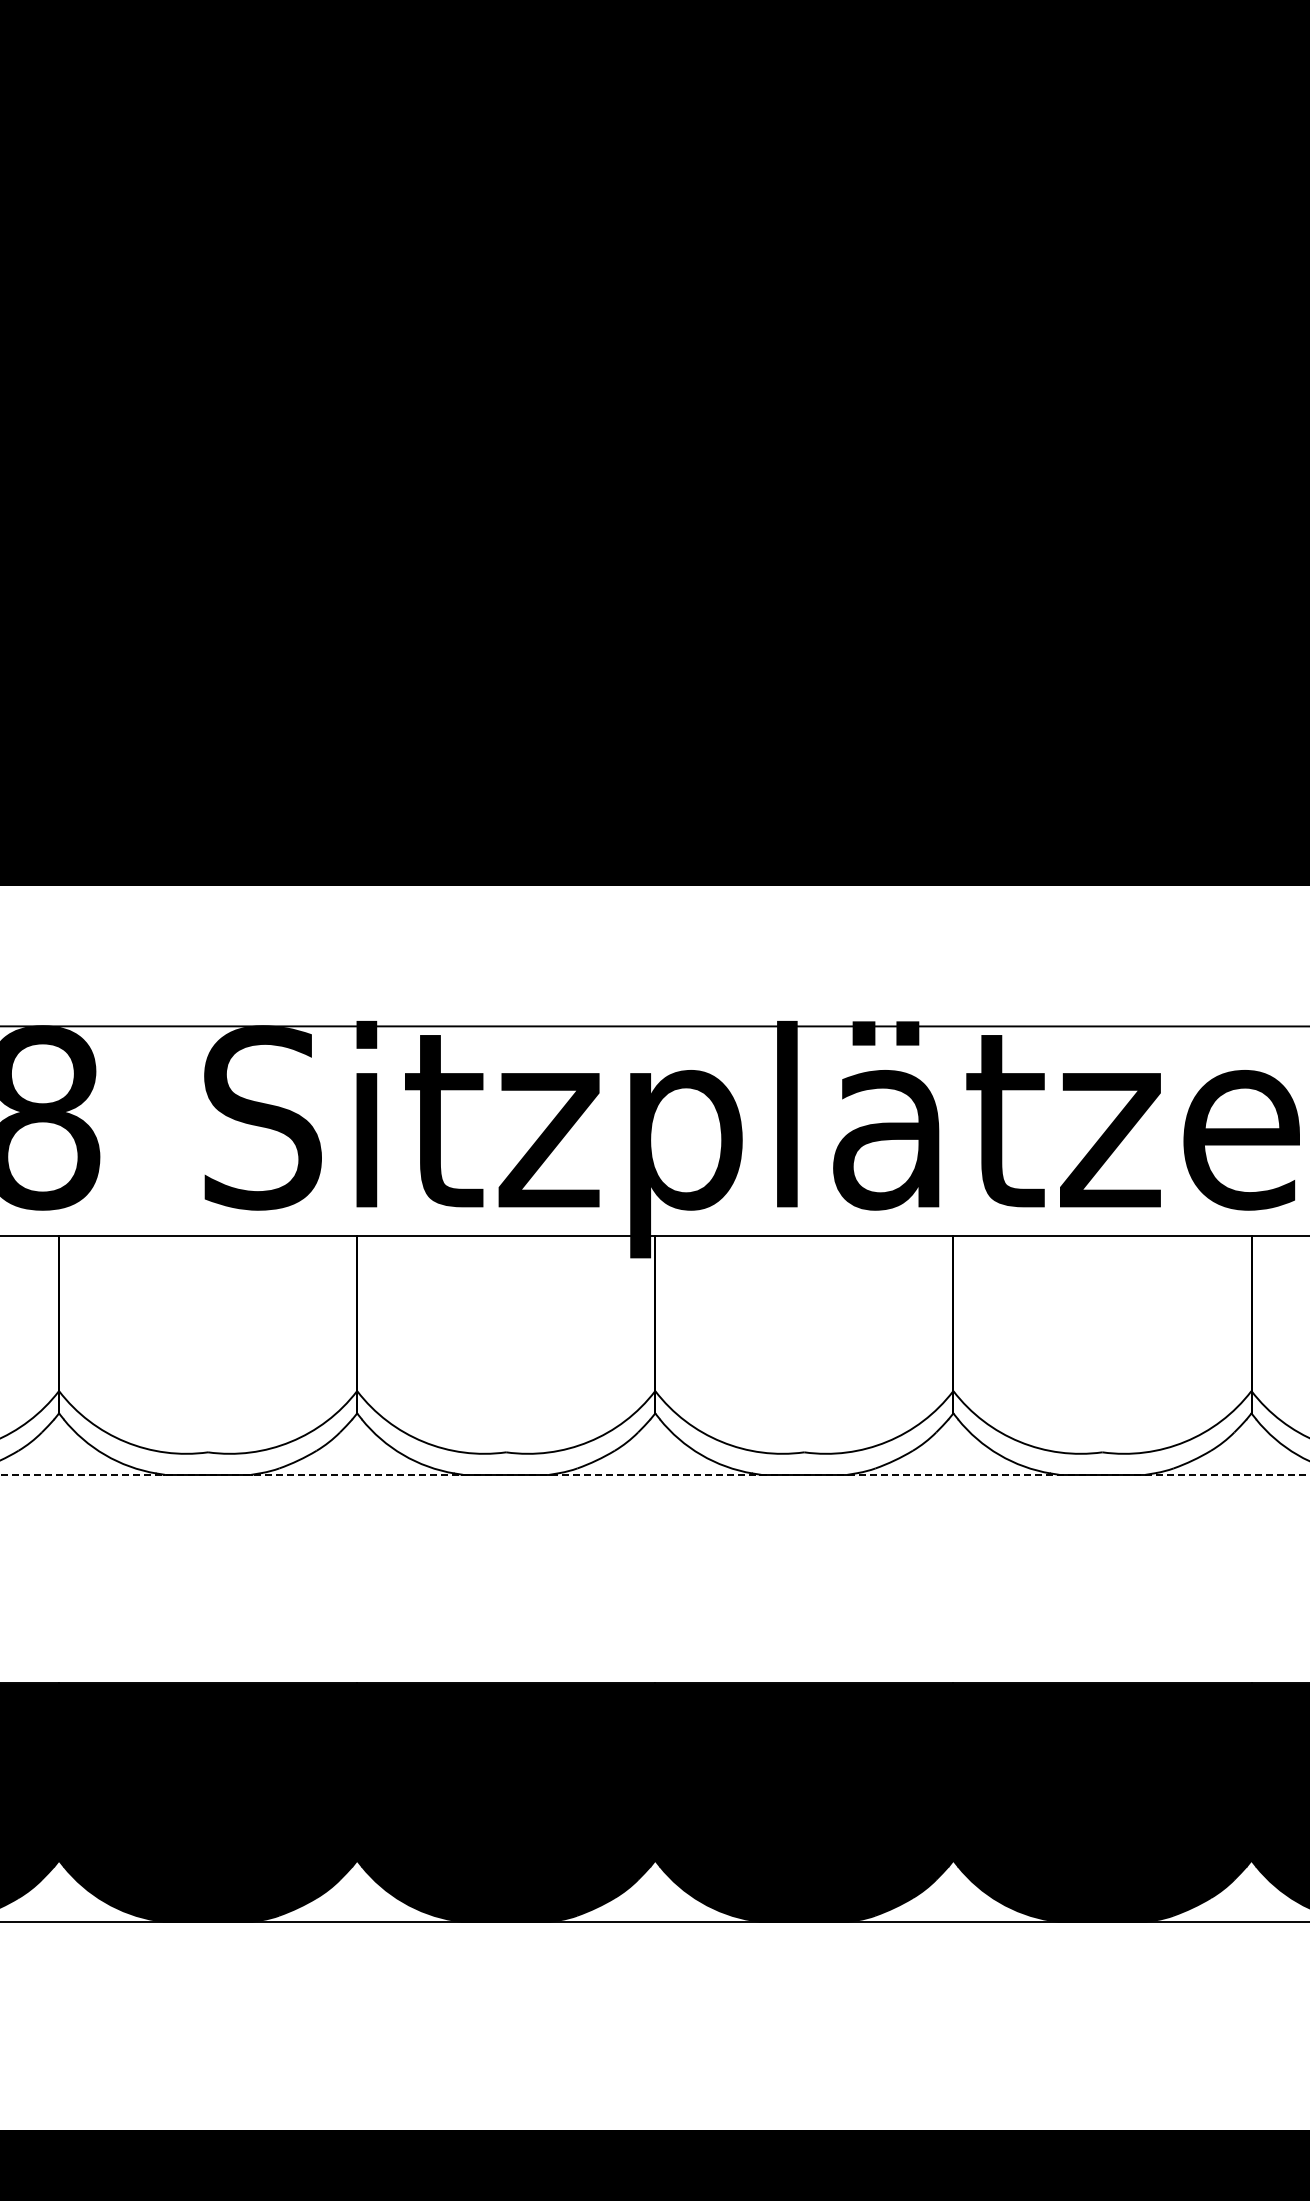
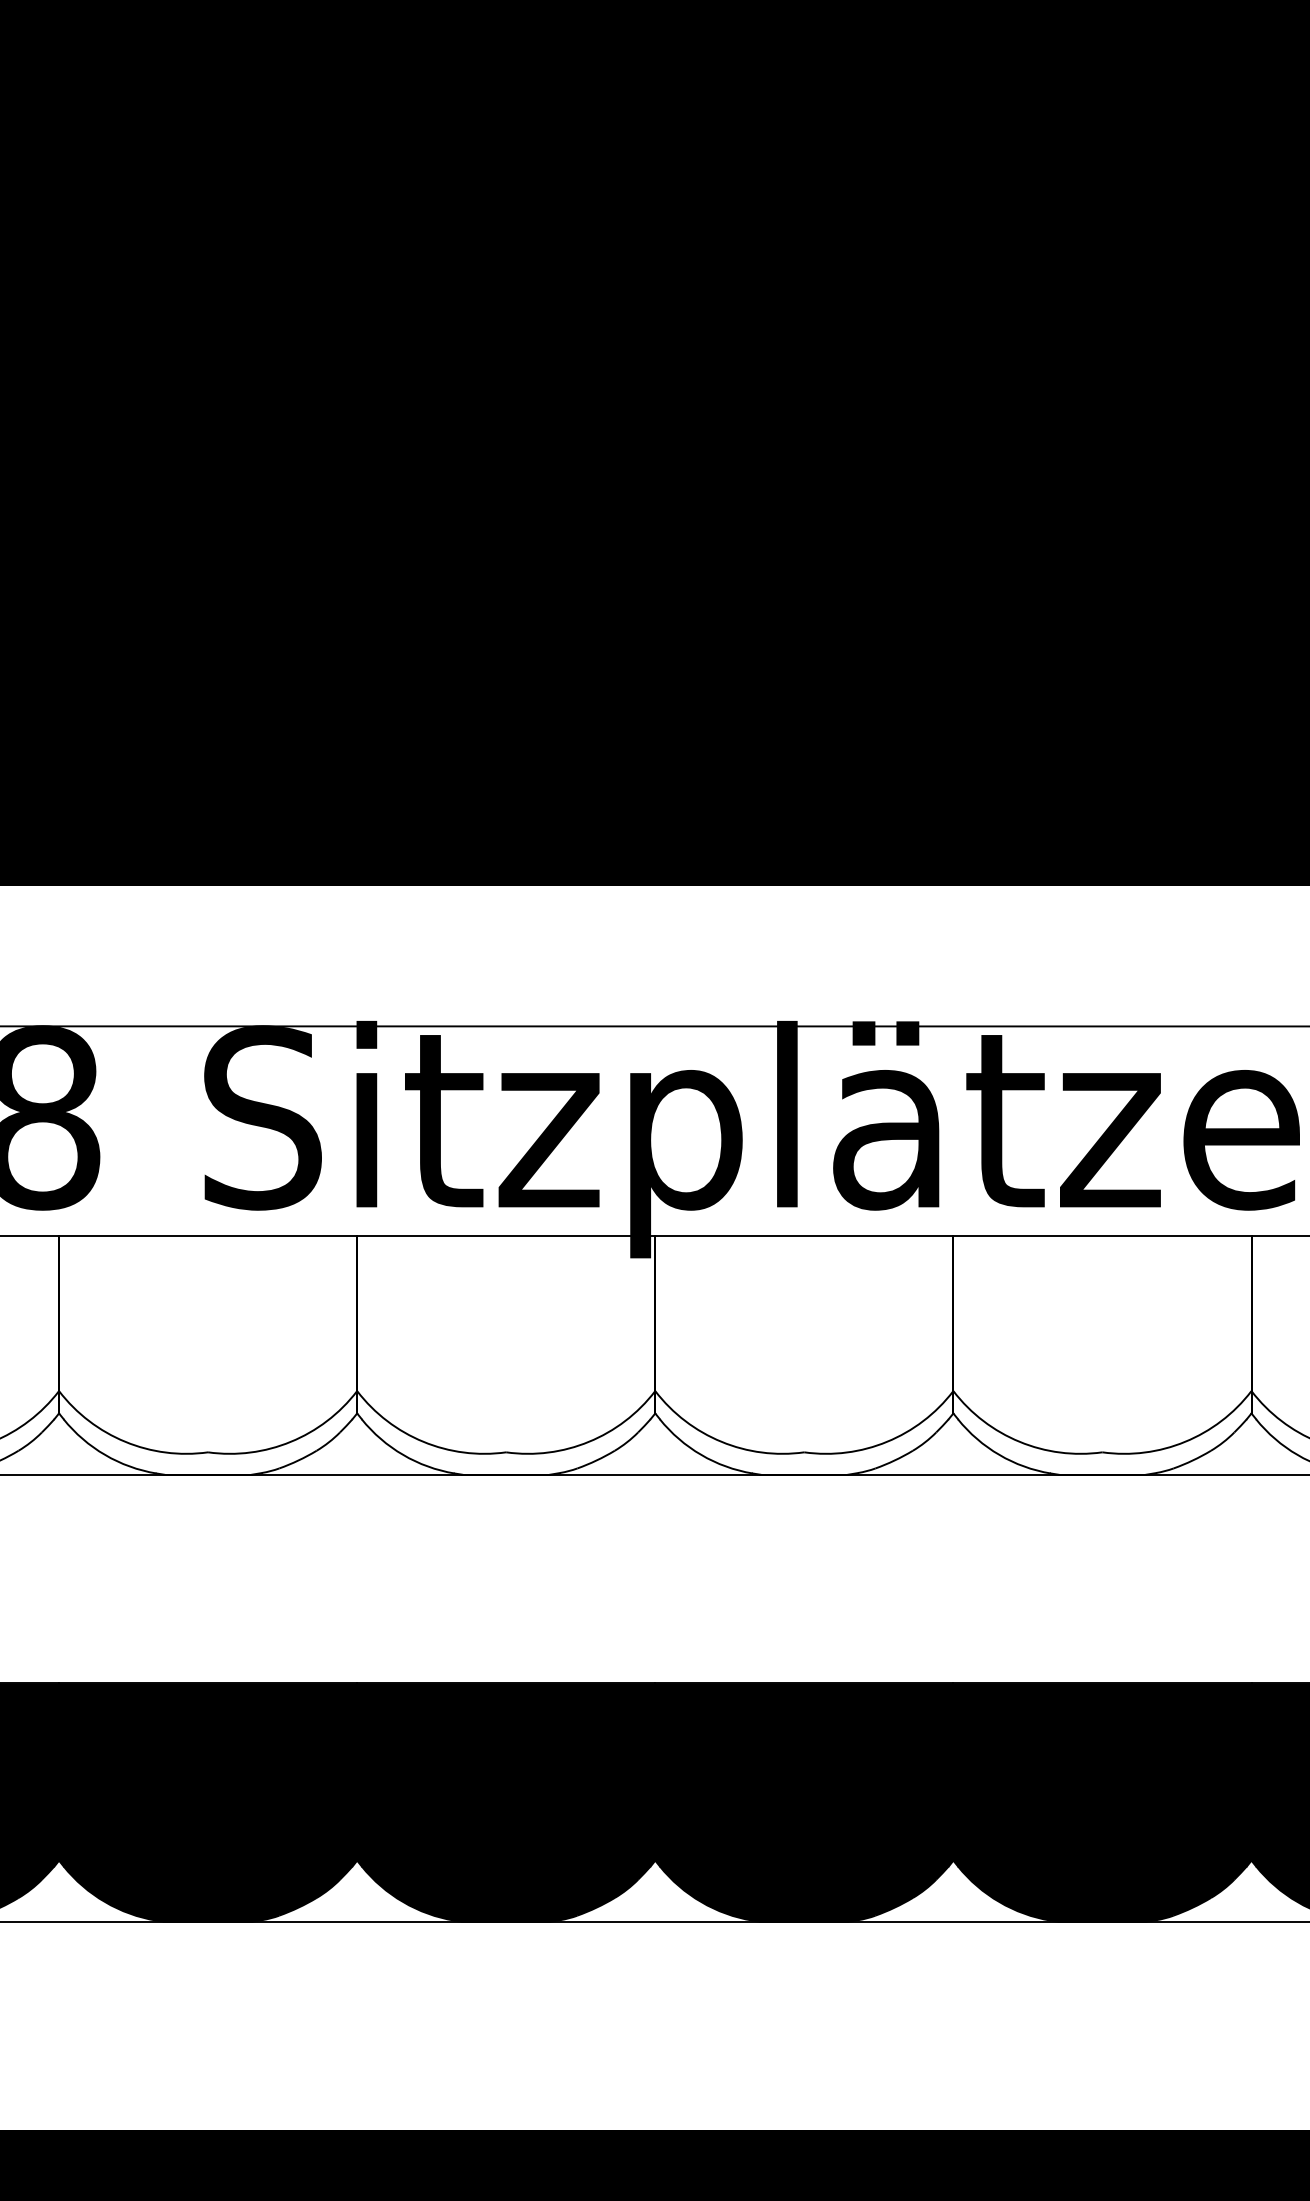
line at (655, 1474): dashed -> solid
